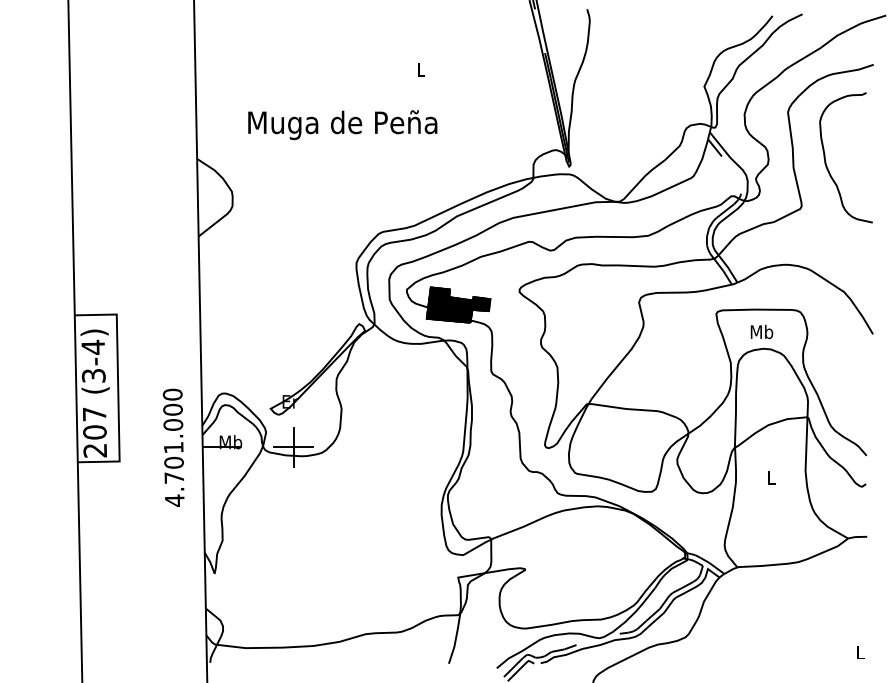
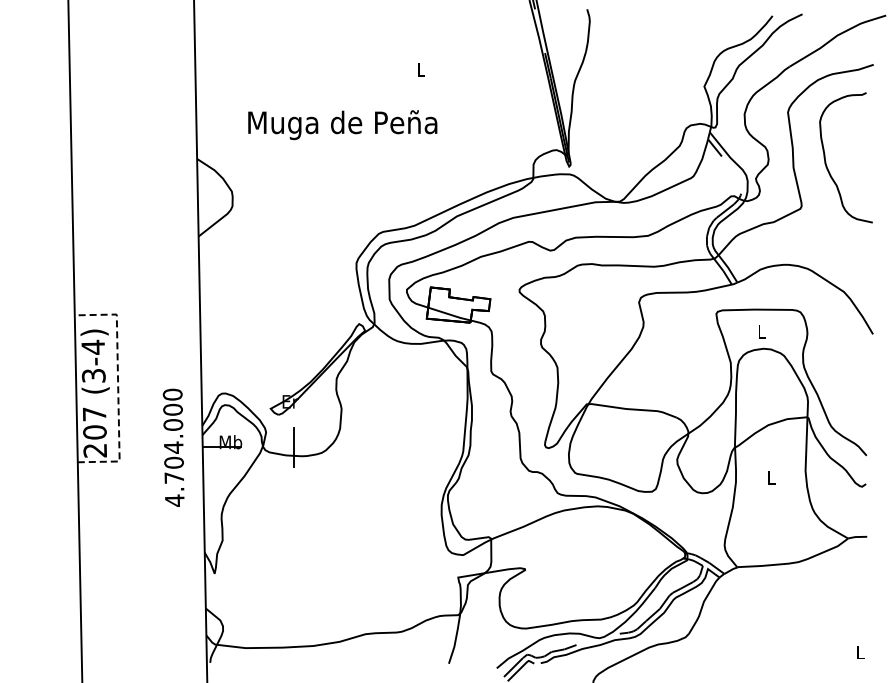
fill at (458, 304): present -> none
text at (761, 331): Mb -> L
line at (118, 387): solid -> dashed
text at (173, 447): 4.701.000 -> 4.704.000
line at (293, 447): present -> none
